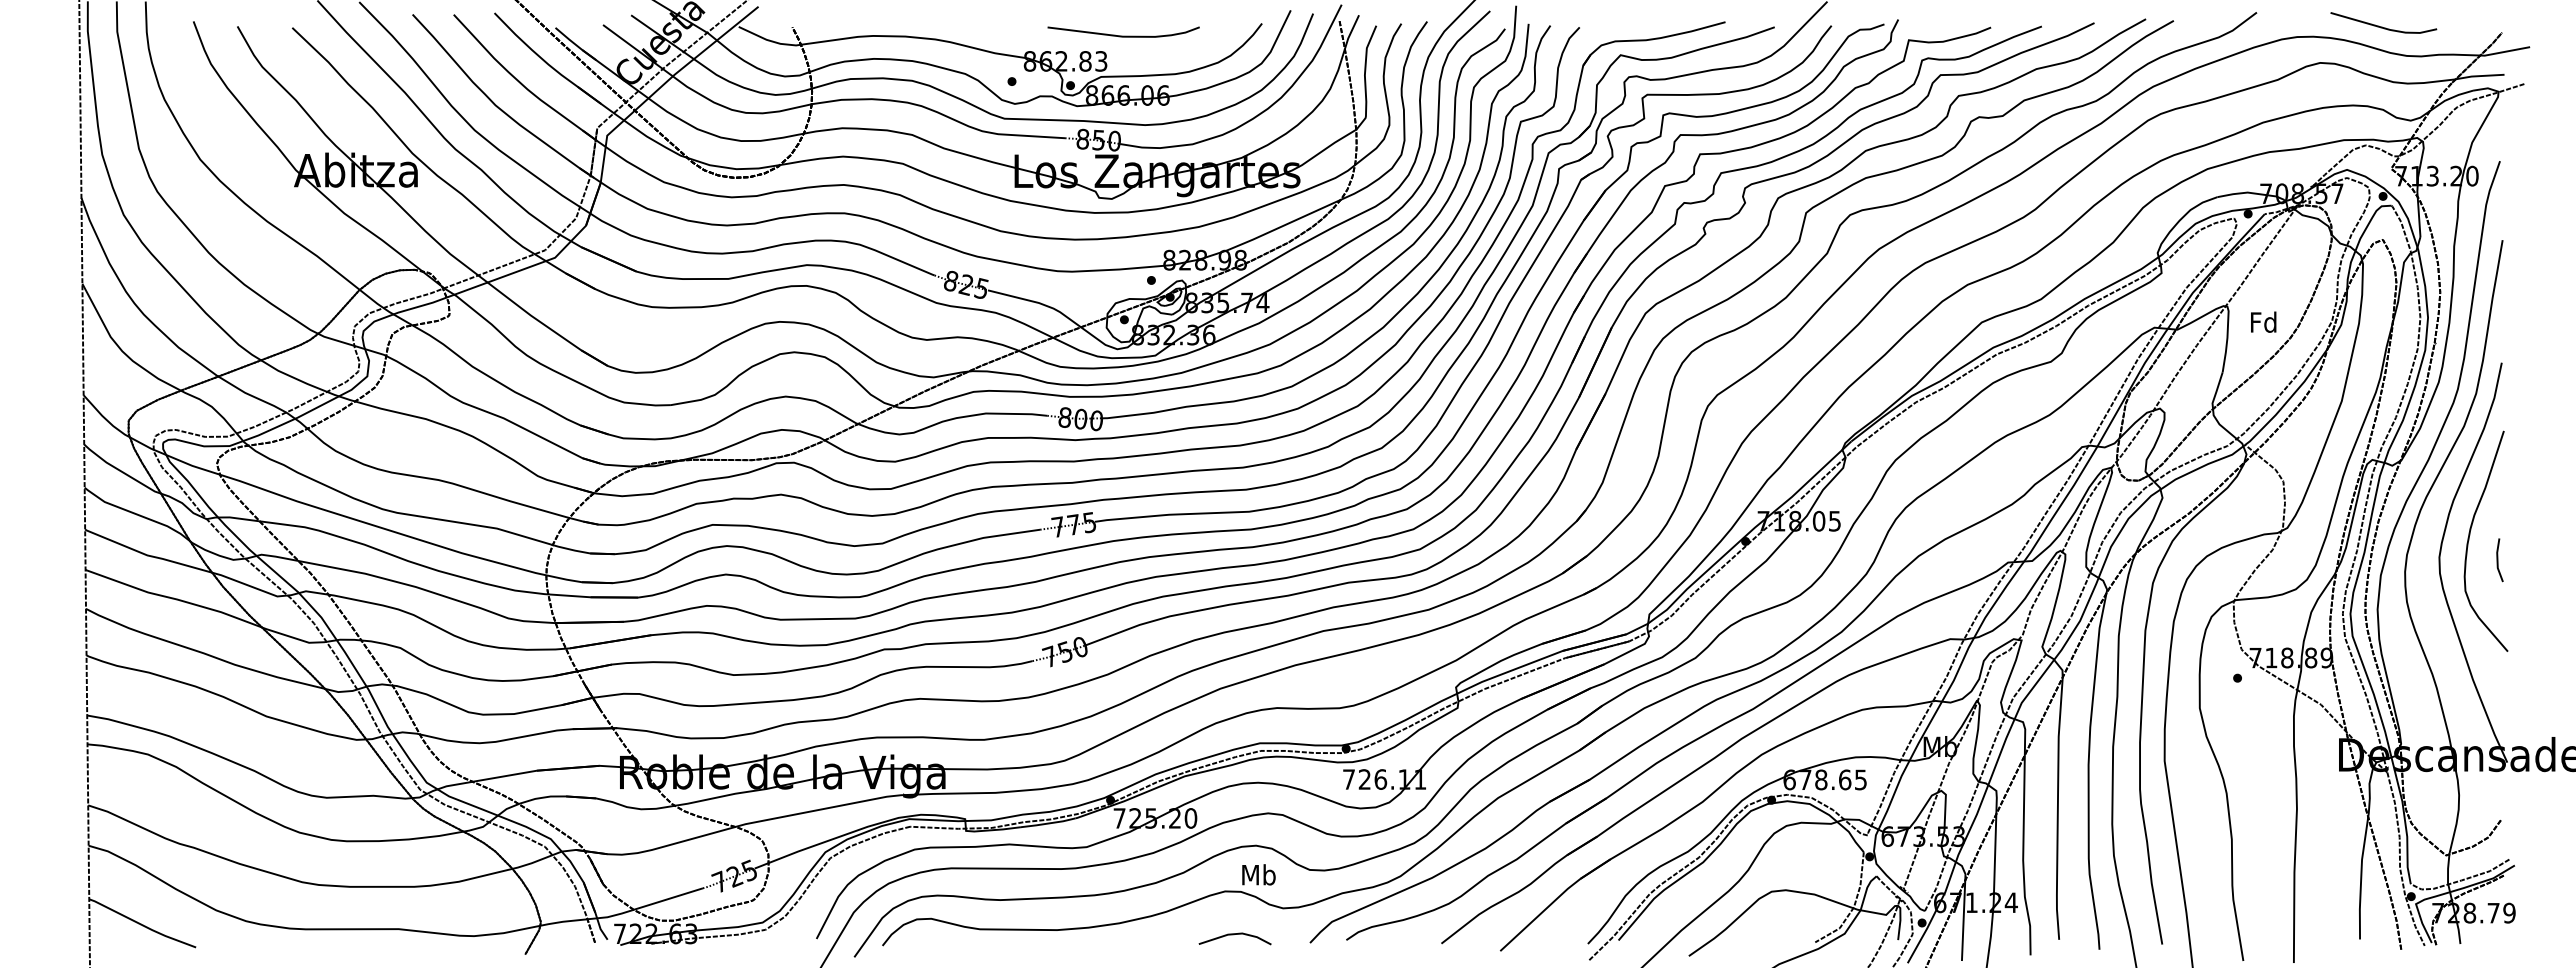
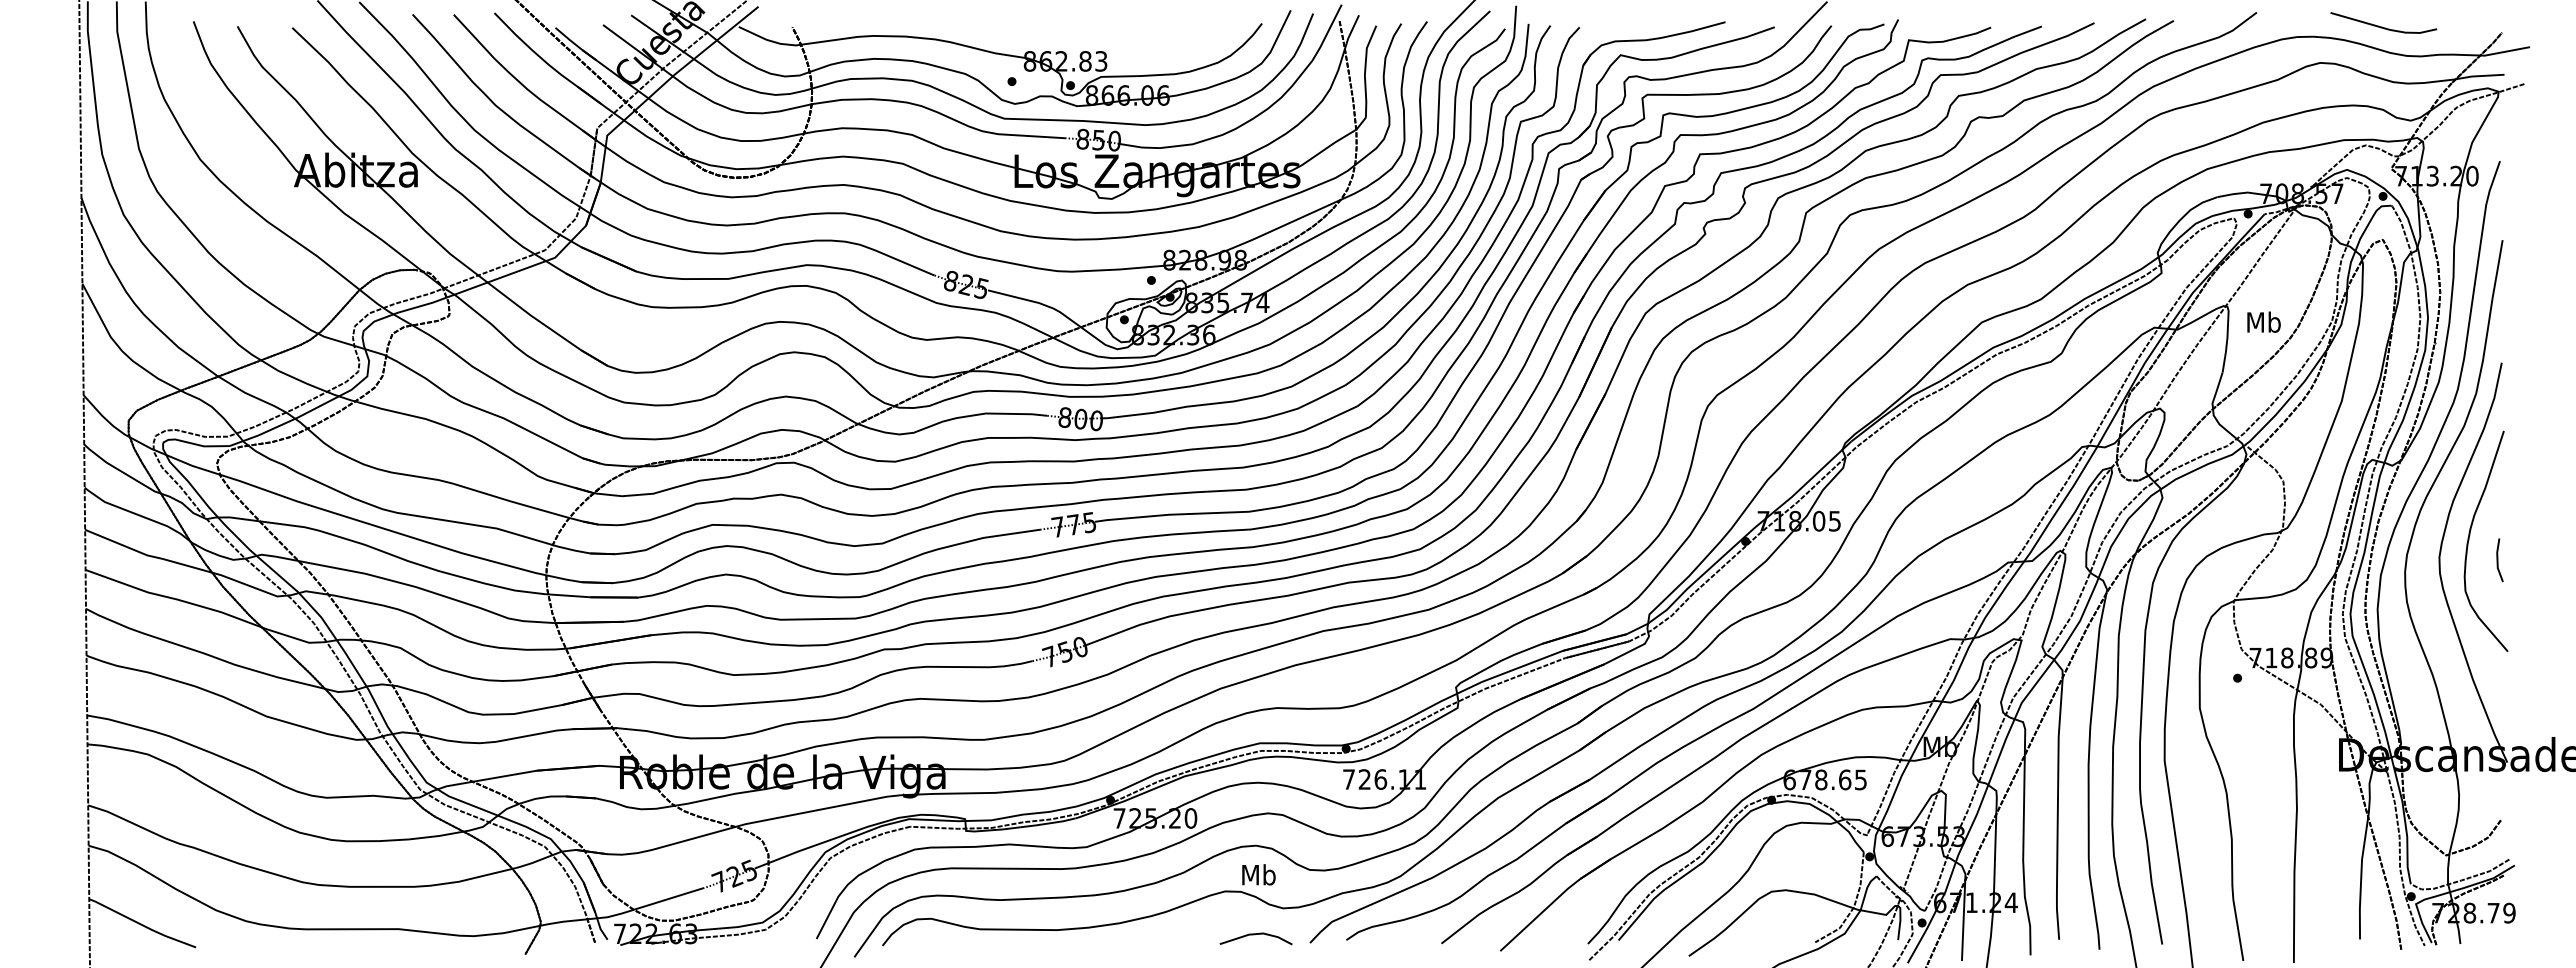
curve at (1123, 35): present -> none
text at (2263, 321): Fd -> Mb
line at (1233, 935) position: (1233, 935) -> (1254, 935)
